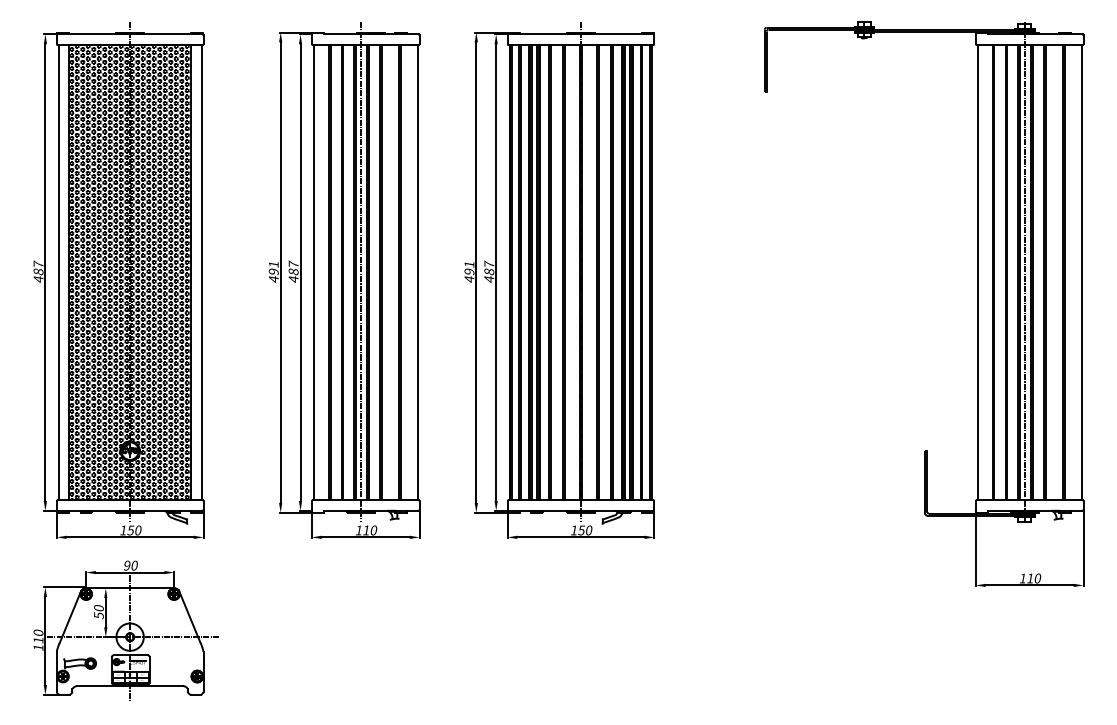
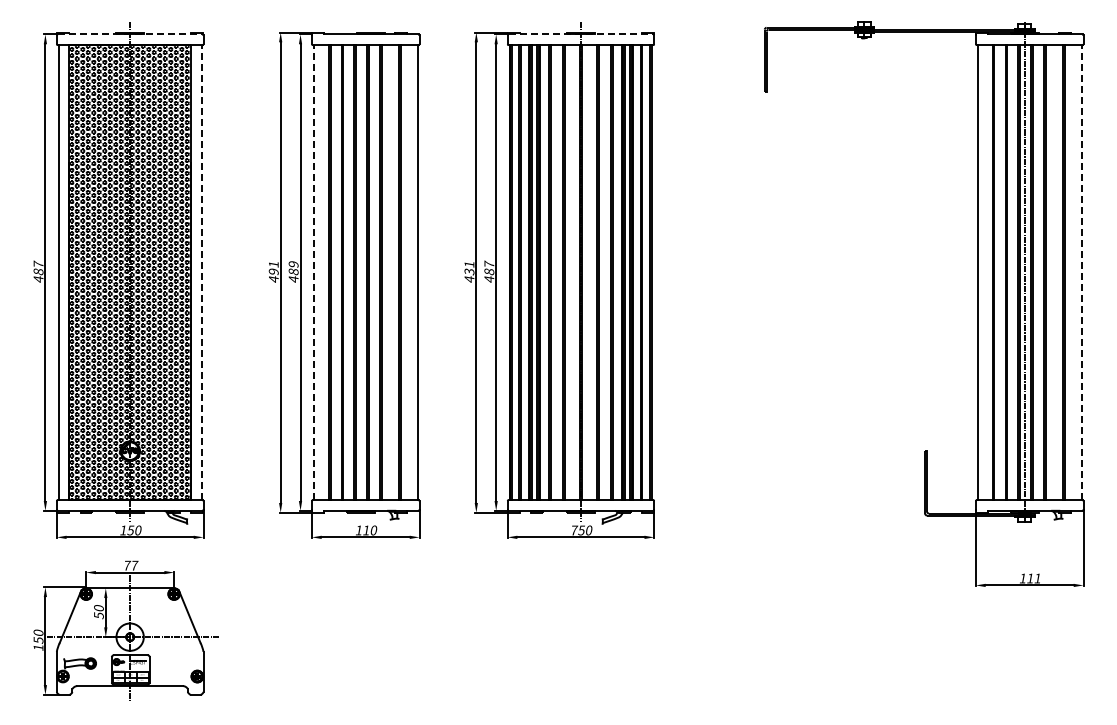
line at (130, 34): solid -> dashed
line at (581, 34): solid -> dashed
text at (293, 263): 487 -> 489
line at (360, 271): present -> none
text at (469, 271): 491 -> 431
line at (201, 272): solid -> dashed
line at (313, 272): solid -> dashed
line at (1081, 272): solid -> dashed
text at (574, 530): 150 -> 750
text at (131, 565): 90 -> 77
text at (1037, 578): 110 -> 111
text at (38, 640): 110 -> 150
